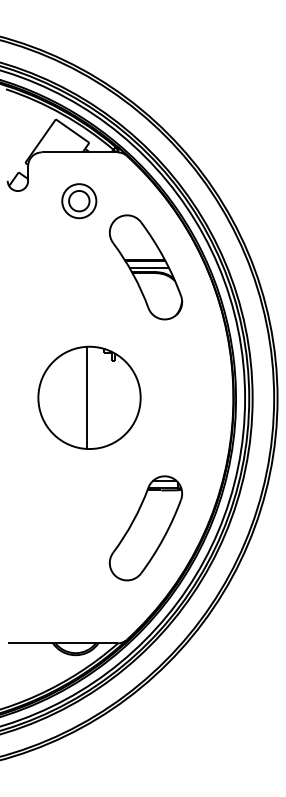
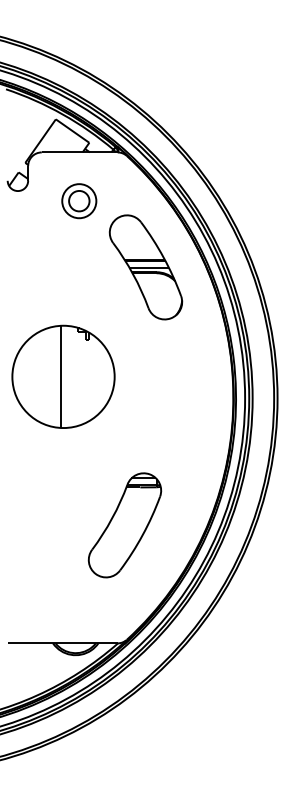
part at (89, 397) position: (89, 397) -> (63, 376)
part at (145, 528) position: (145, 528) -> (124, 525)
